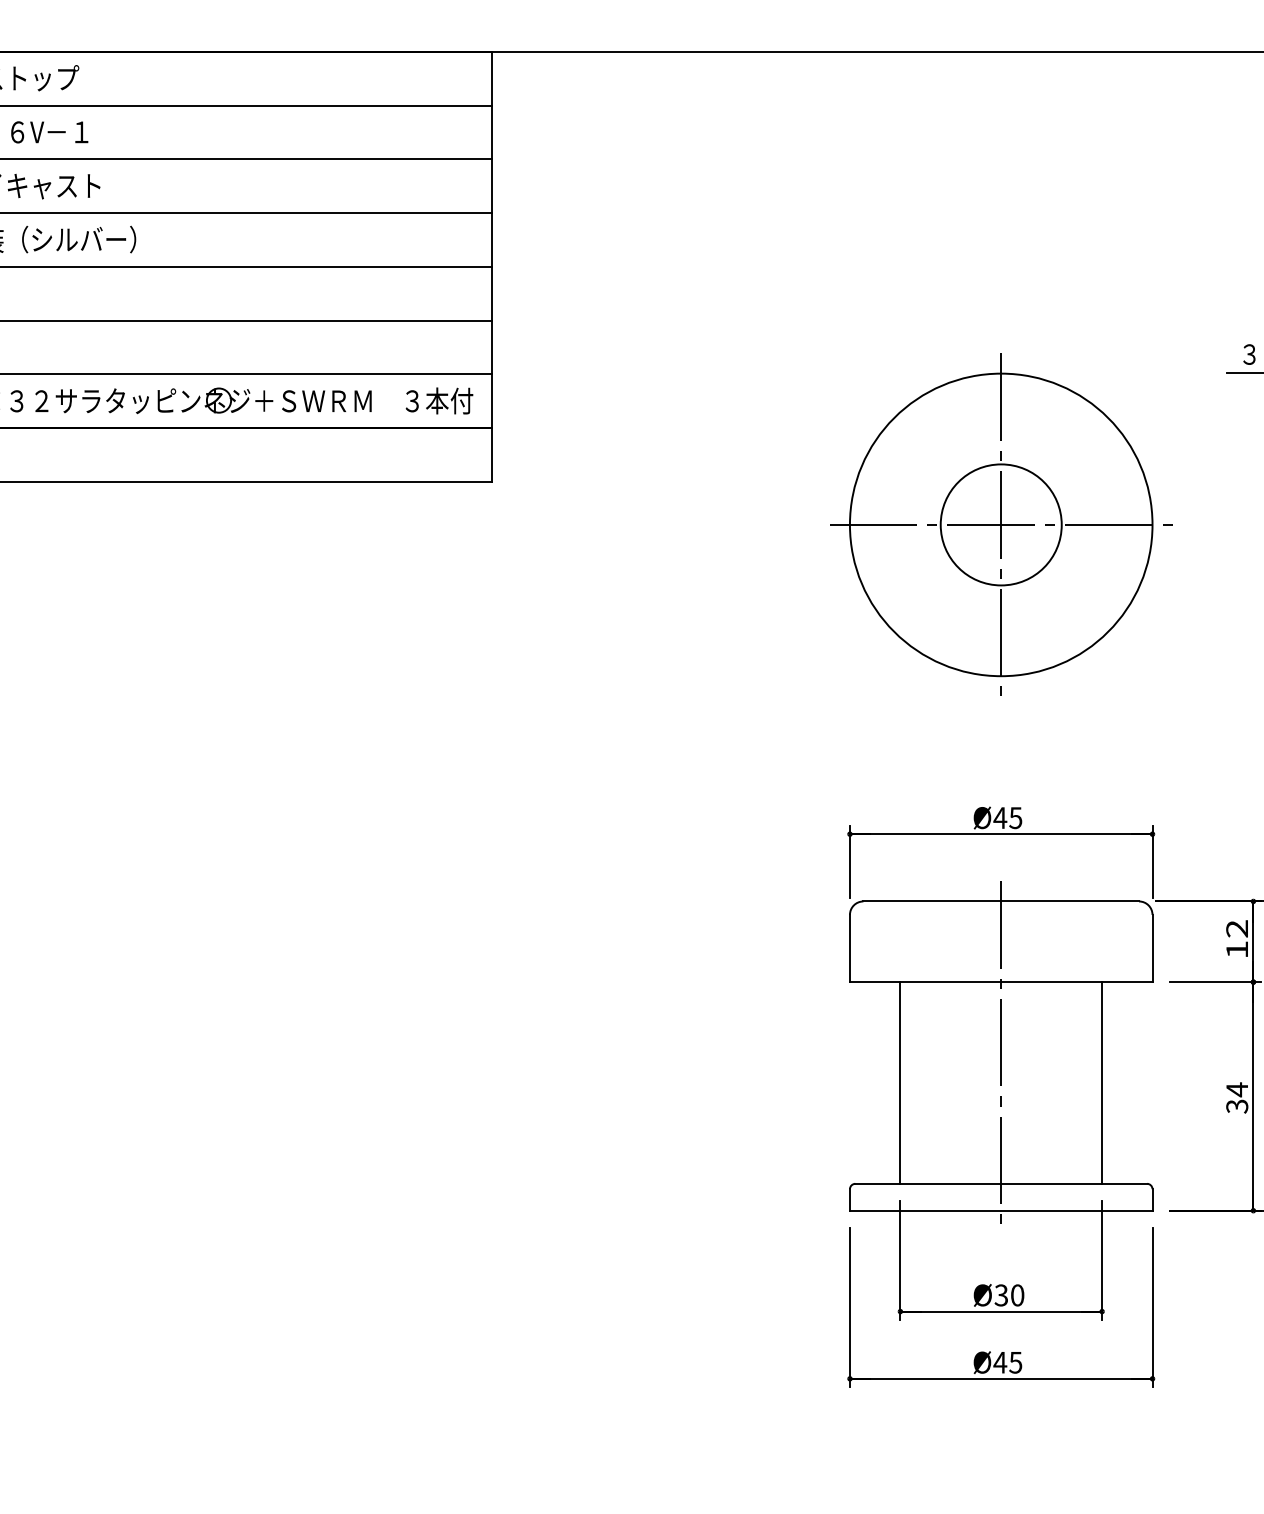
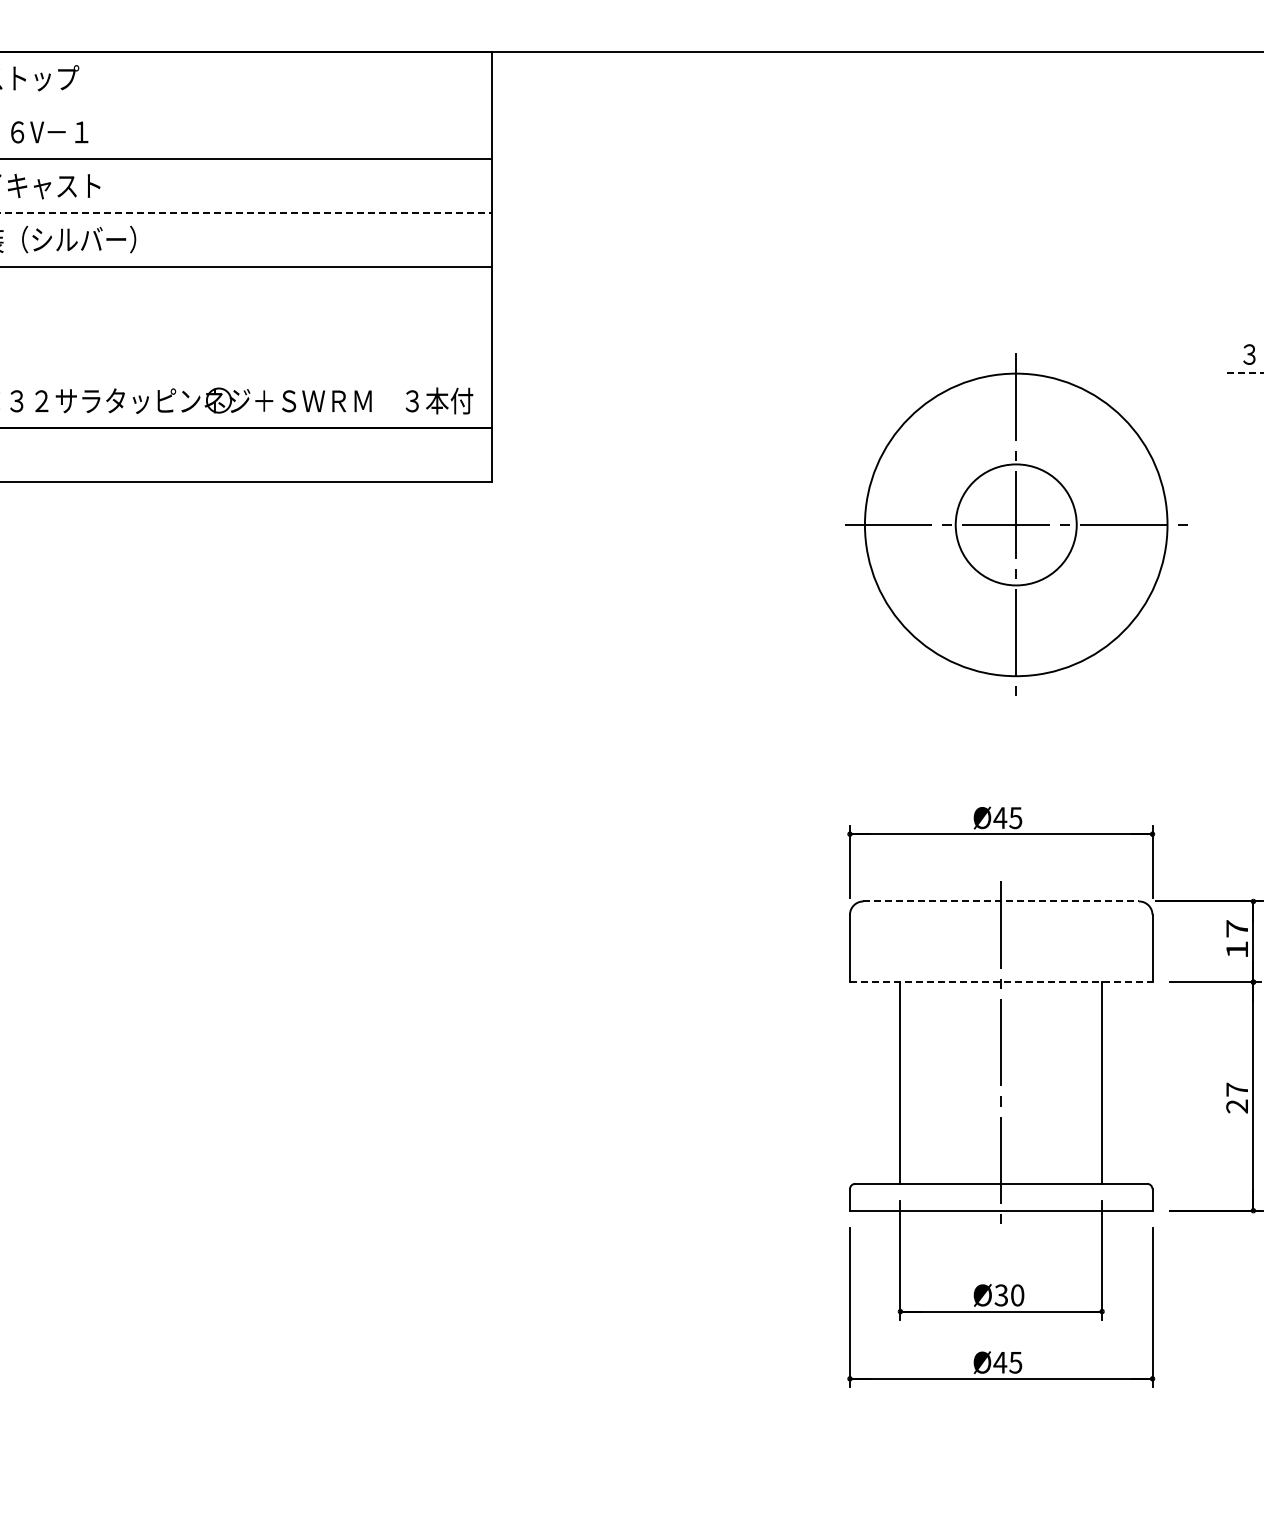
line at (246, 105): present -> none
line at (245, 213): solid -> dashed
line at (246, 320): present -> none
line at (1245, 373): solid -> dashed
line at (246, 374): present -> none
part at (1001, 524) position: (1001, 524) -> (1016, 524)
line at (1001, 901): solid -> dashed
text at (1236, 928): 12 -> 17
line at (1001, 982): solid -> dashed
text at (1237, 1097): 34 -> 27
